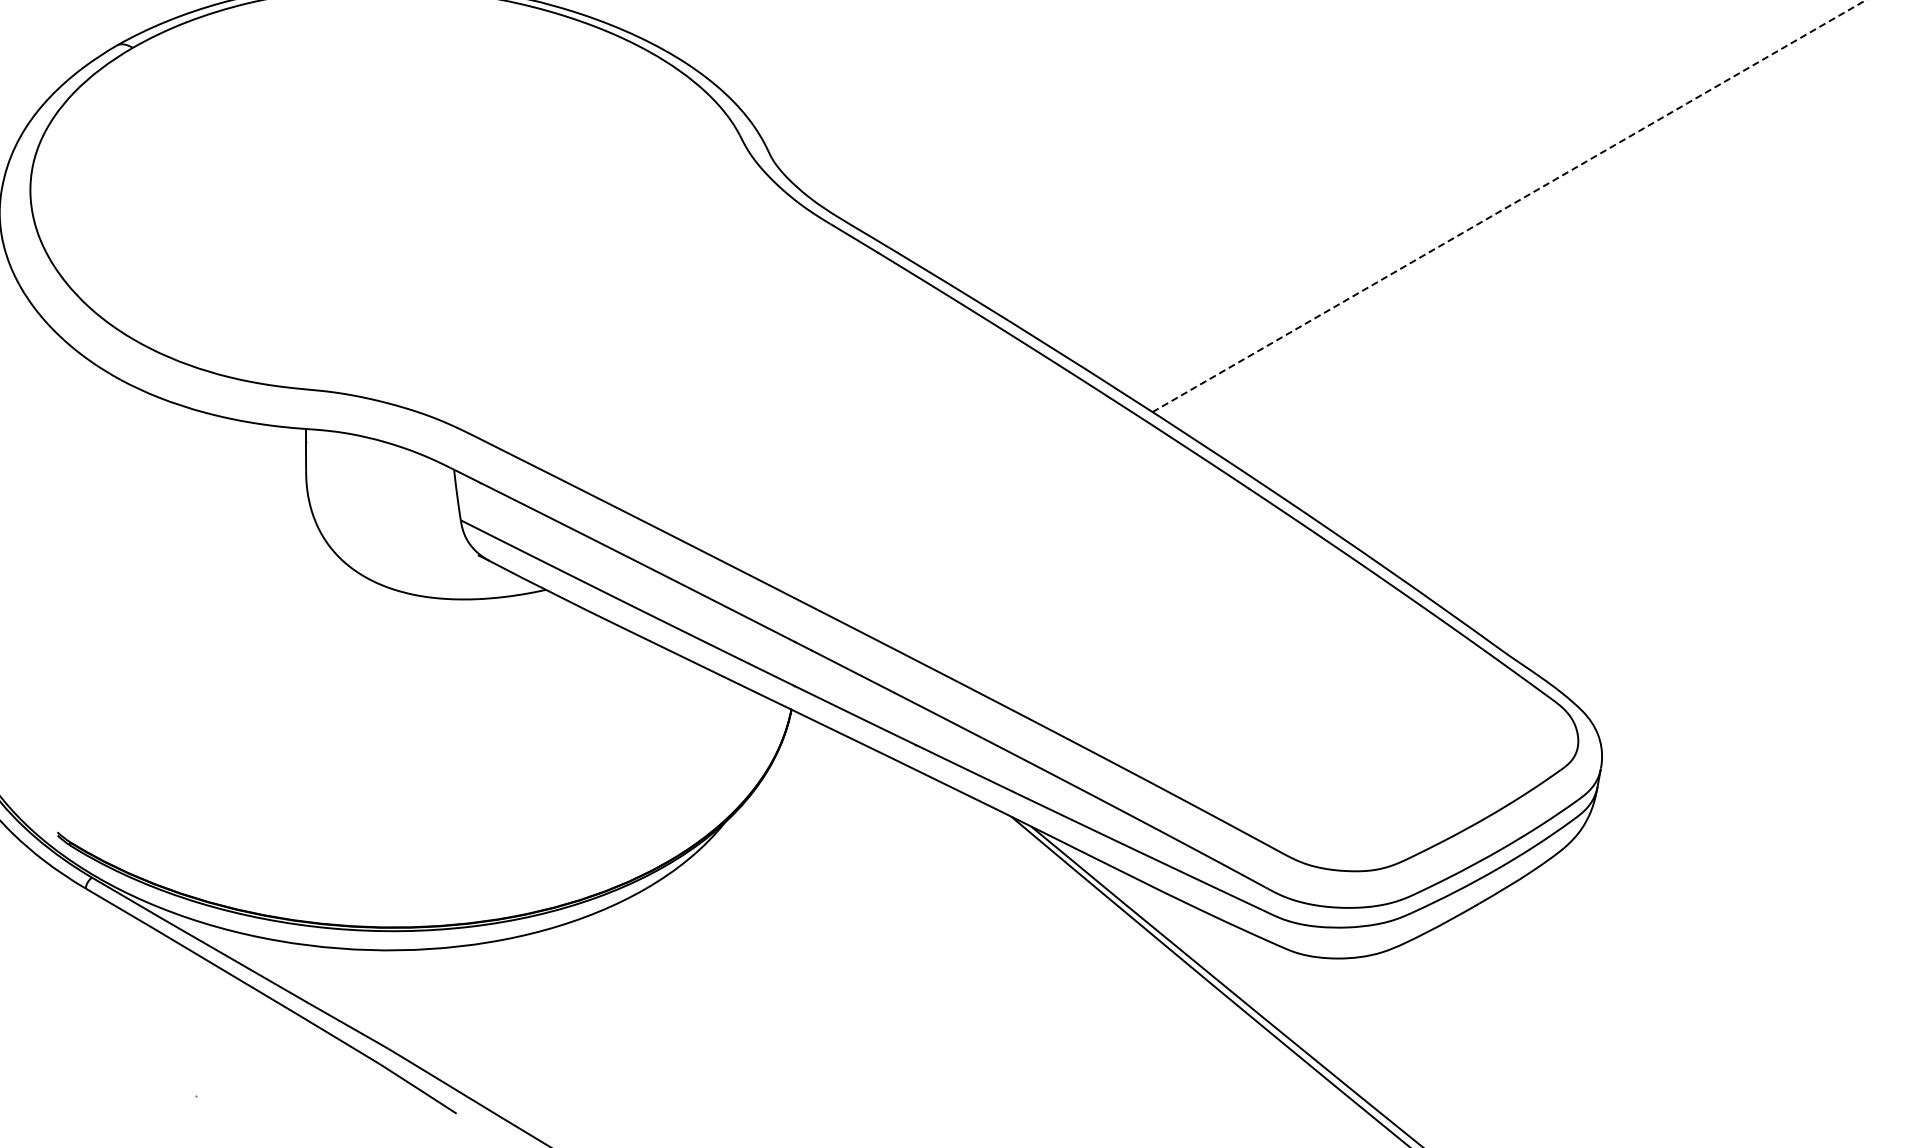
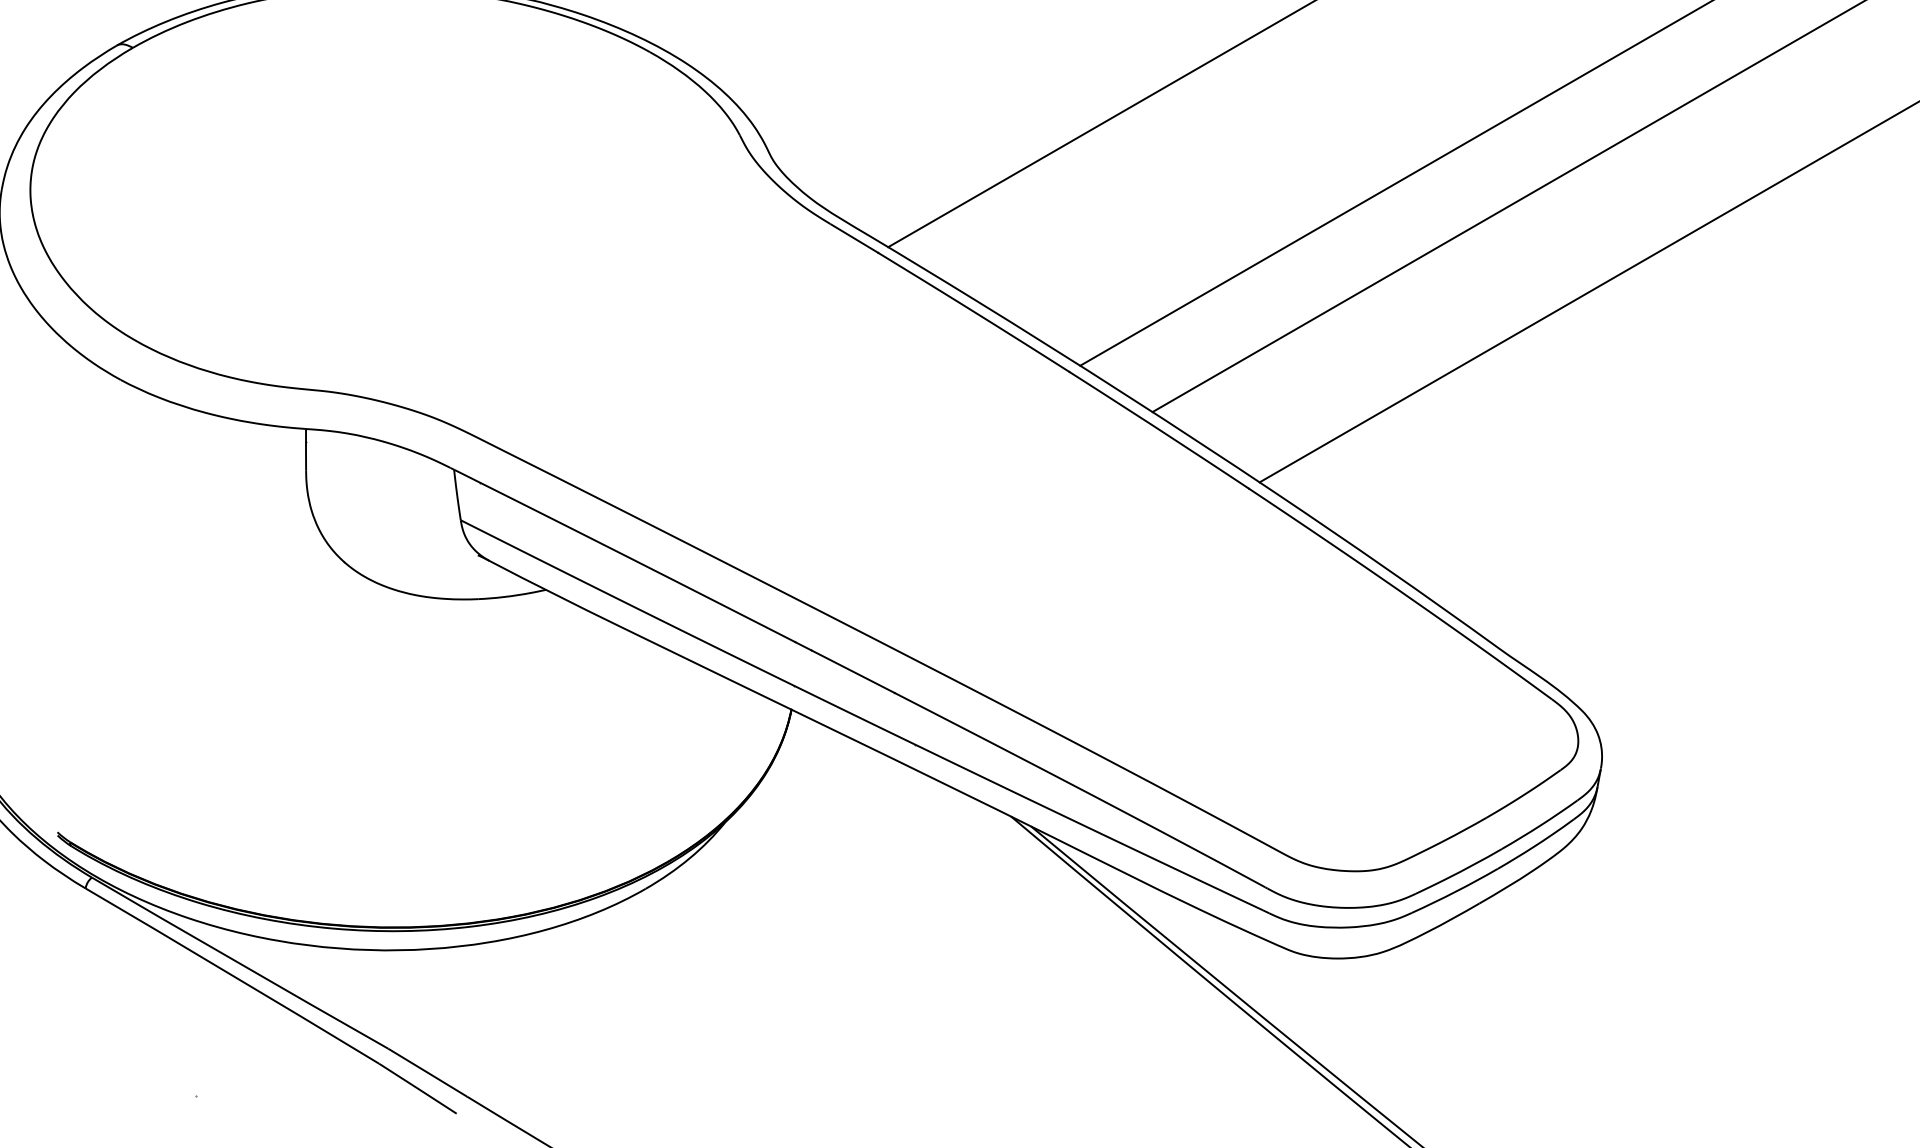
line at (1100, 124): none -> present
line at (1394, 183): none -> present
line at (1509, 206): dashed -> solid
line at (1587, 292): none -> present
